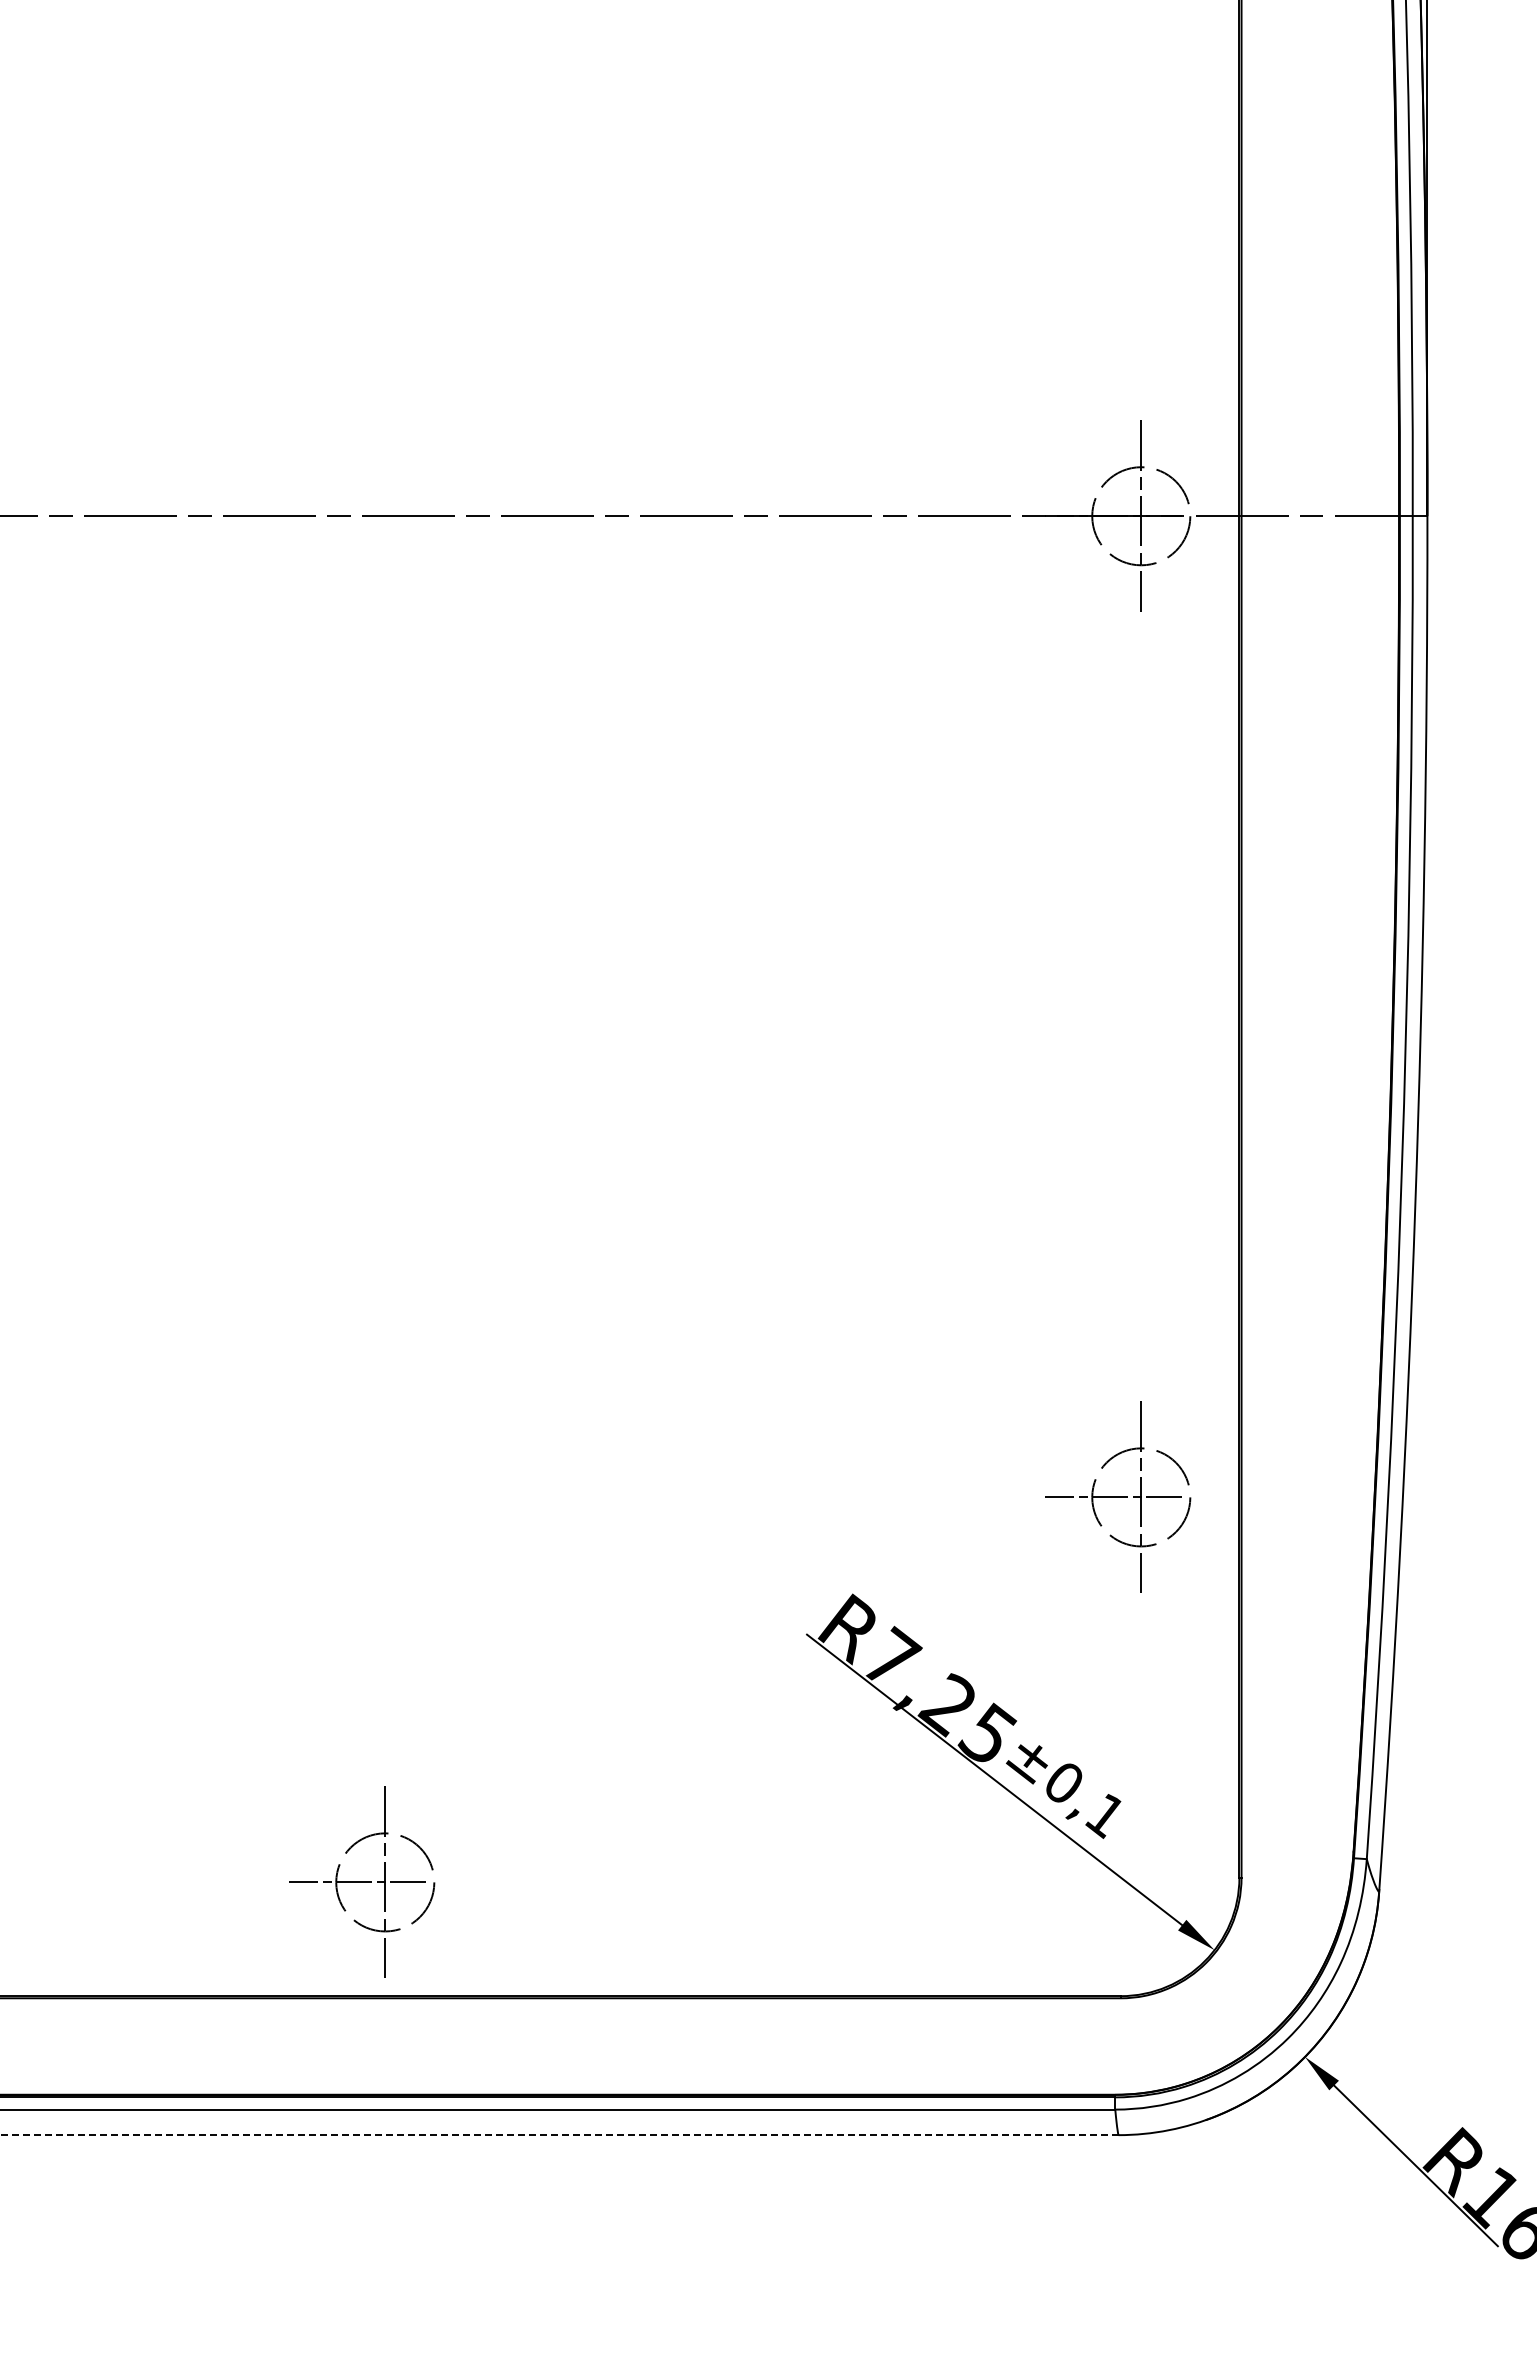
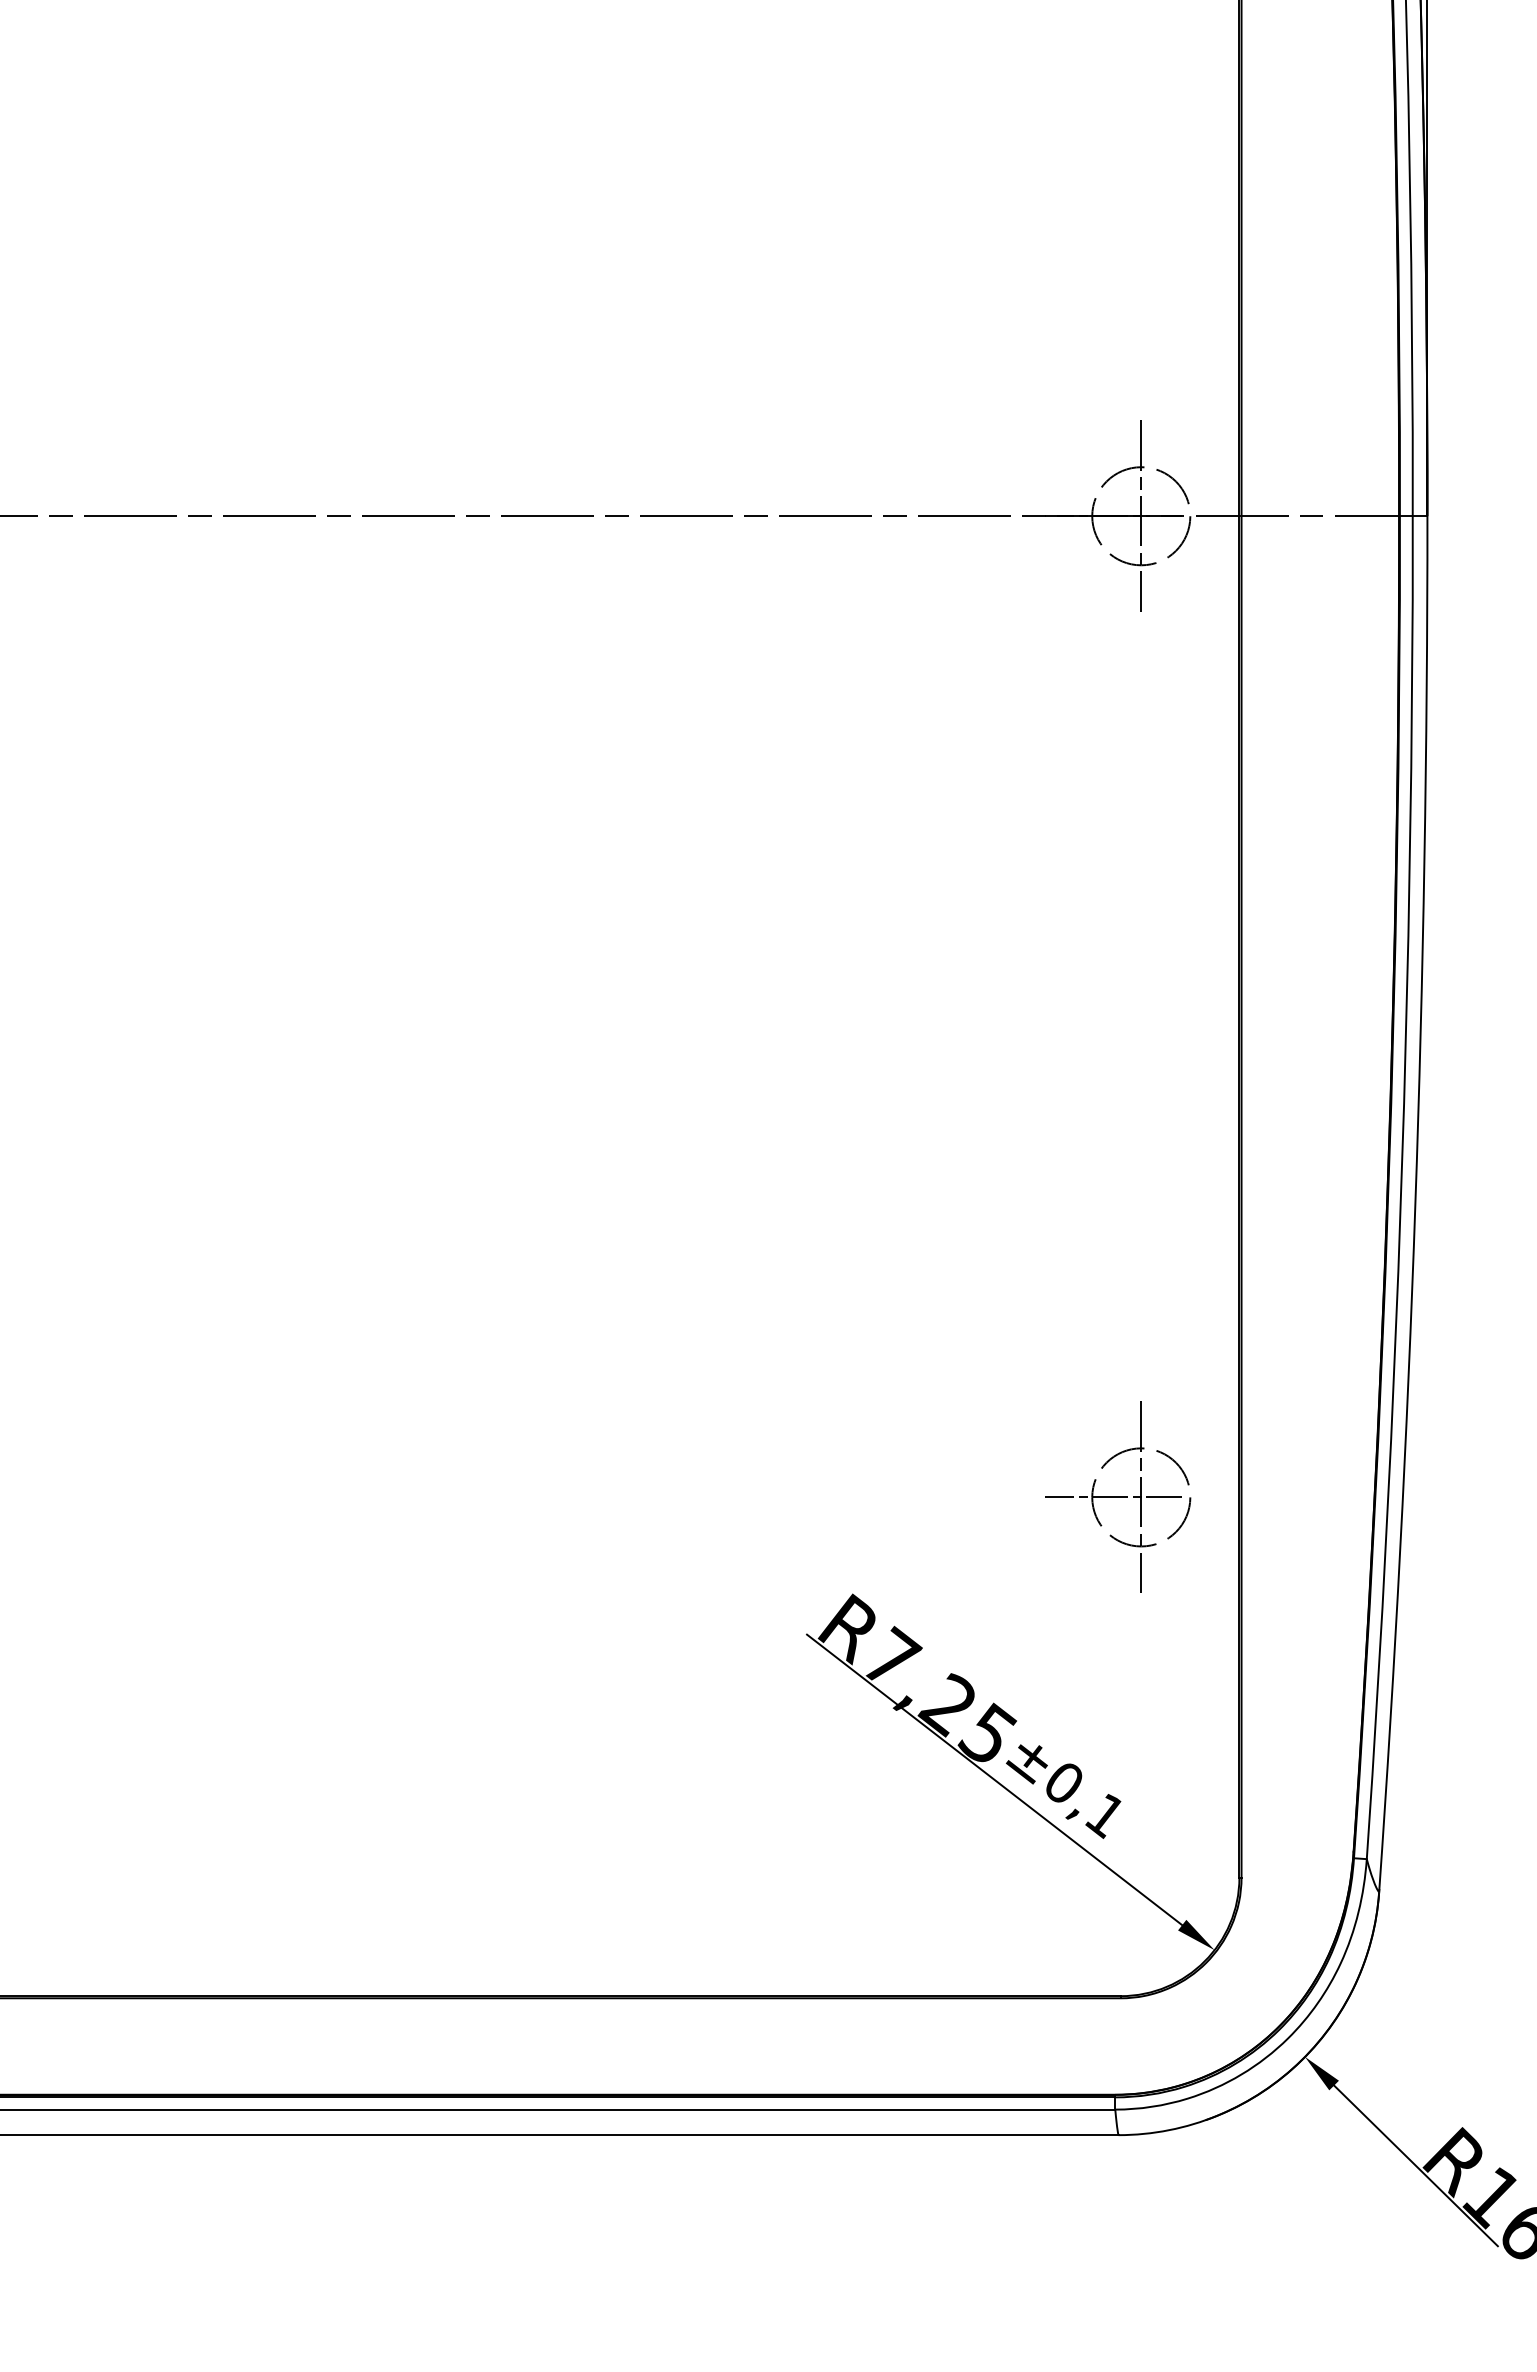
part at (362, 1881): present -> none
line at (559, 2135): dashed -> solid
